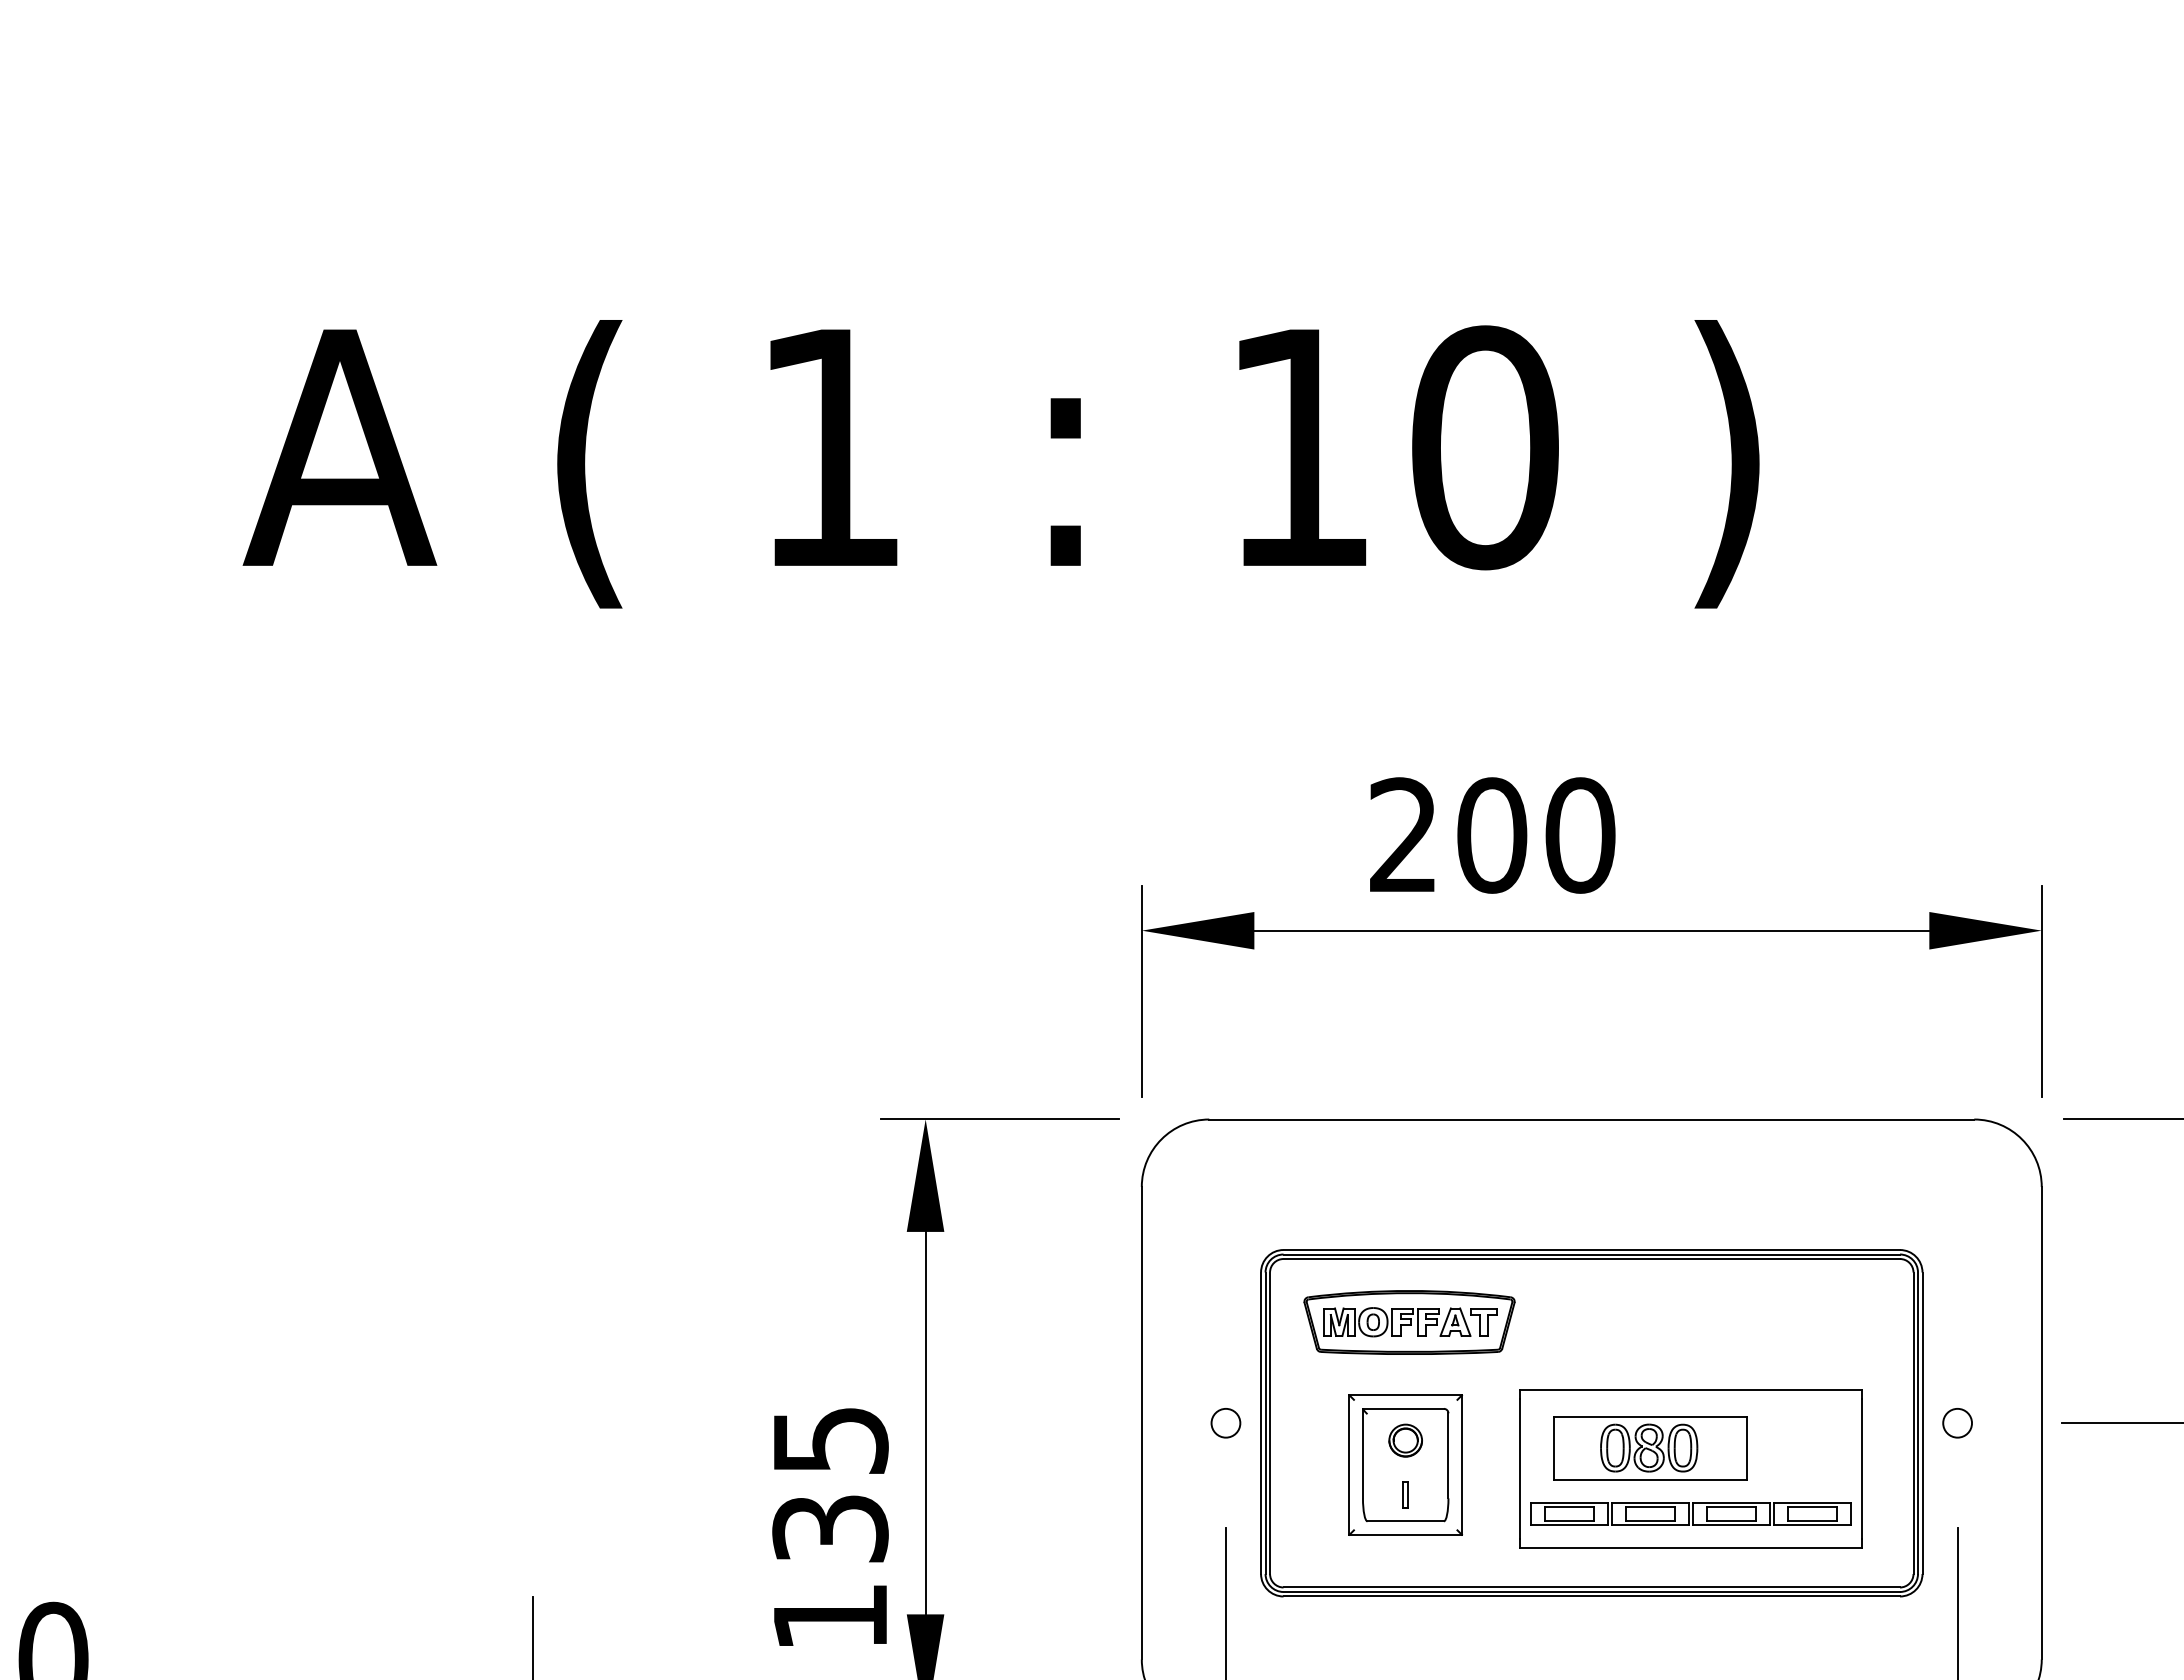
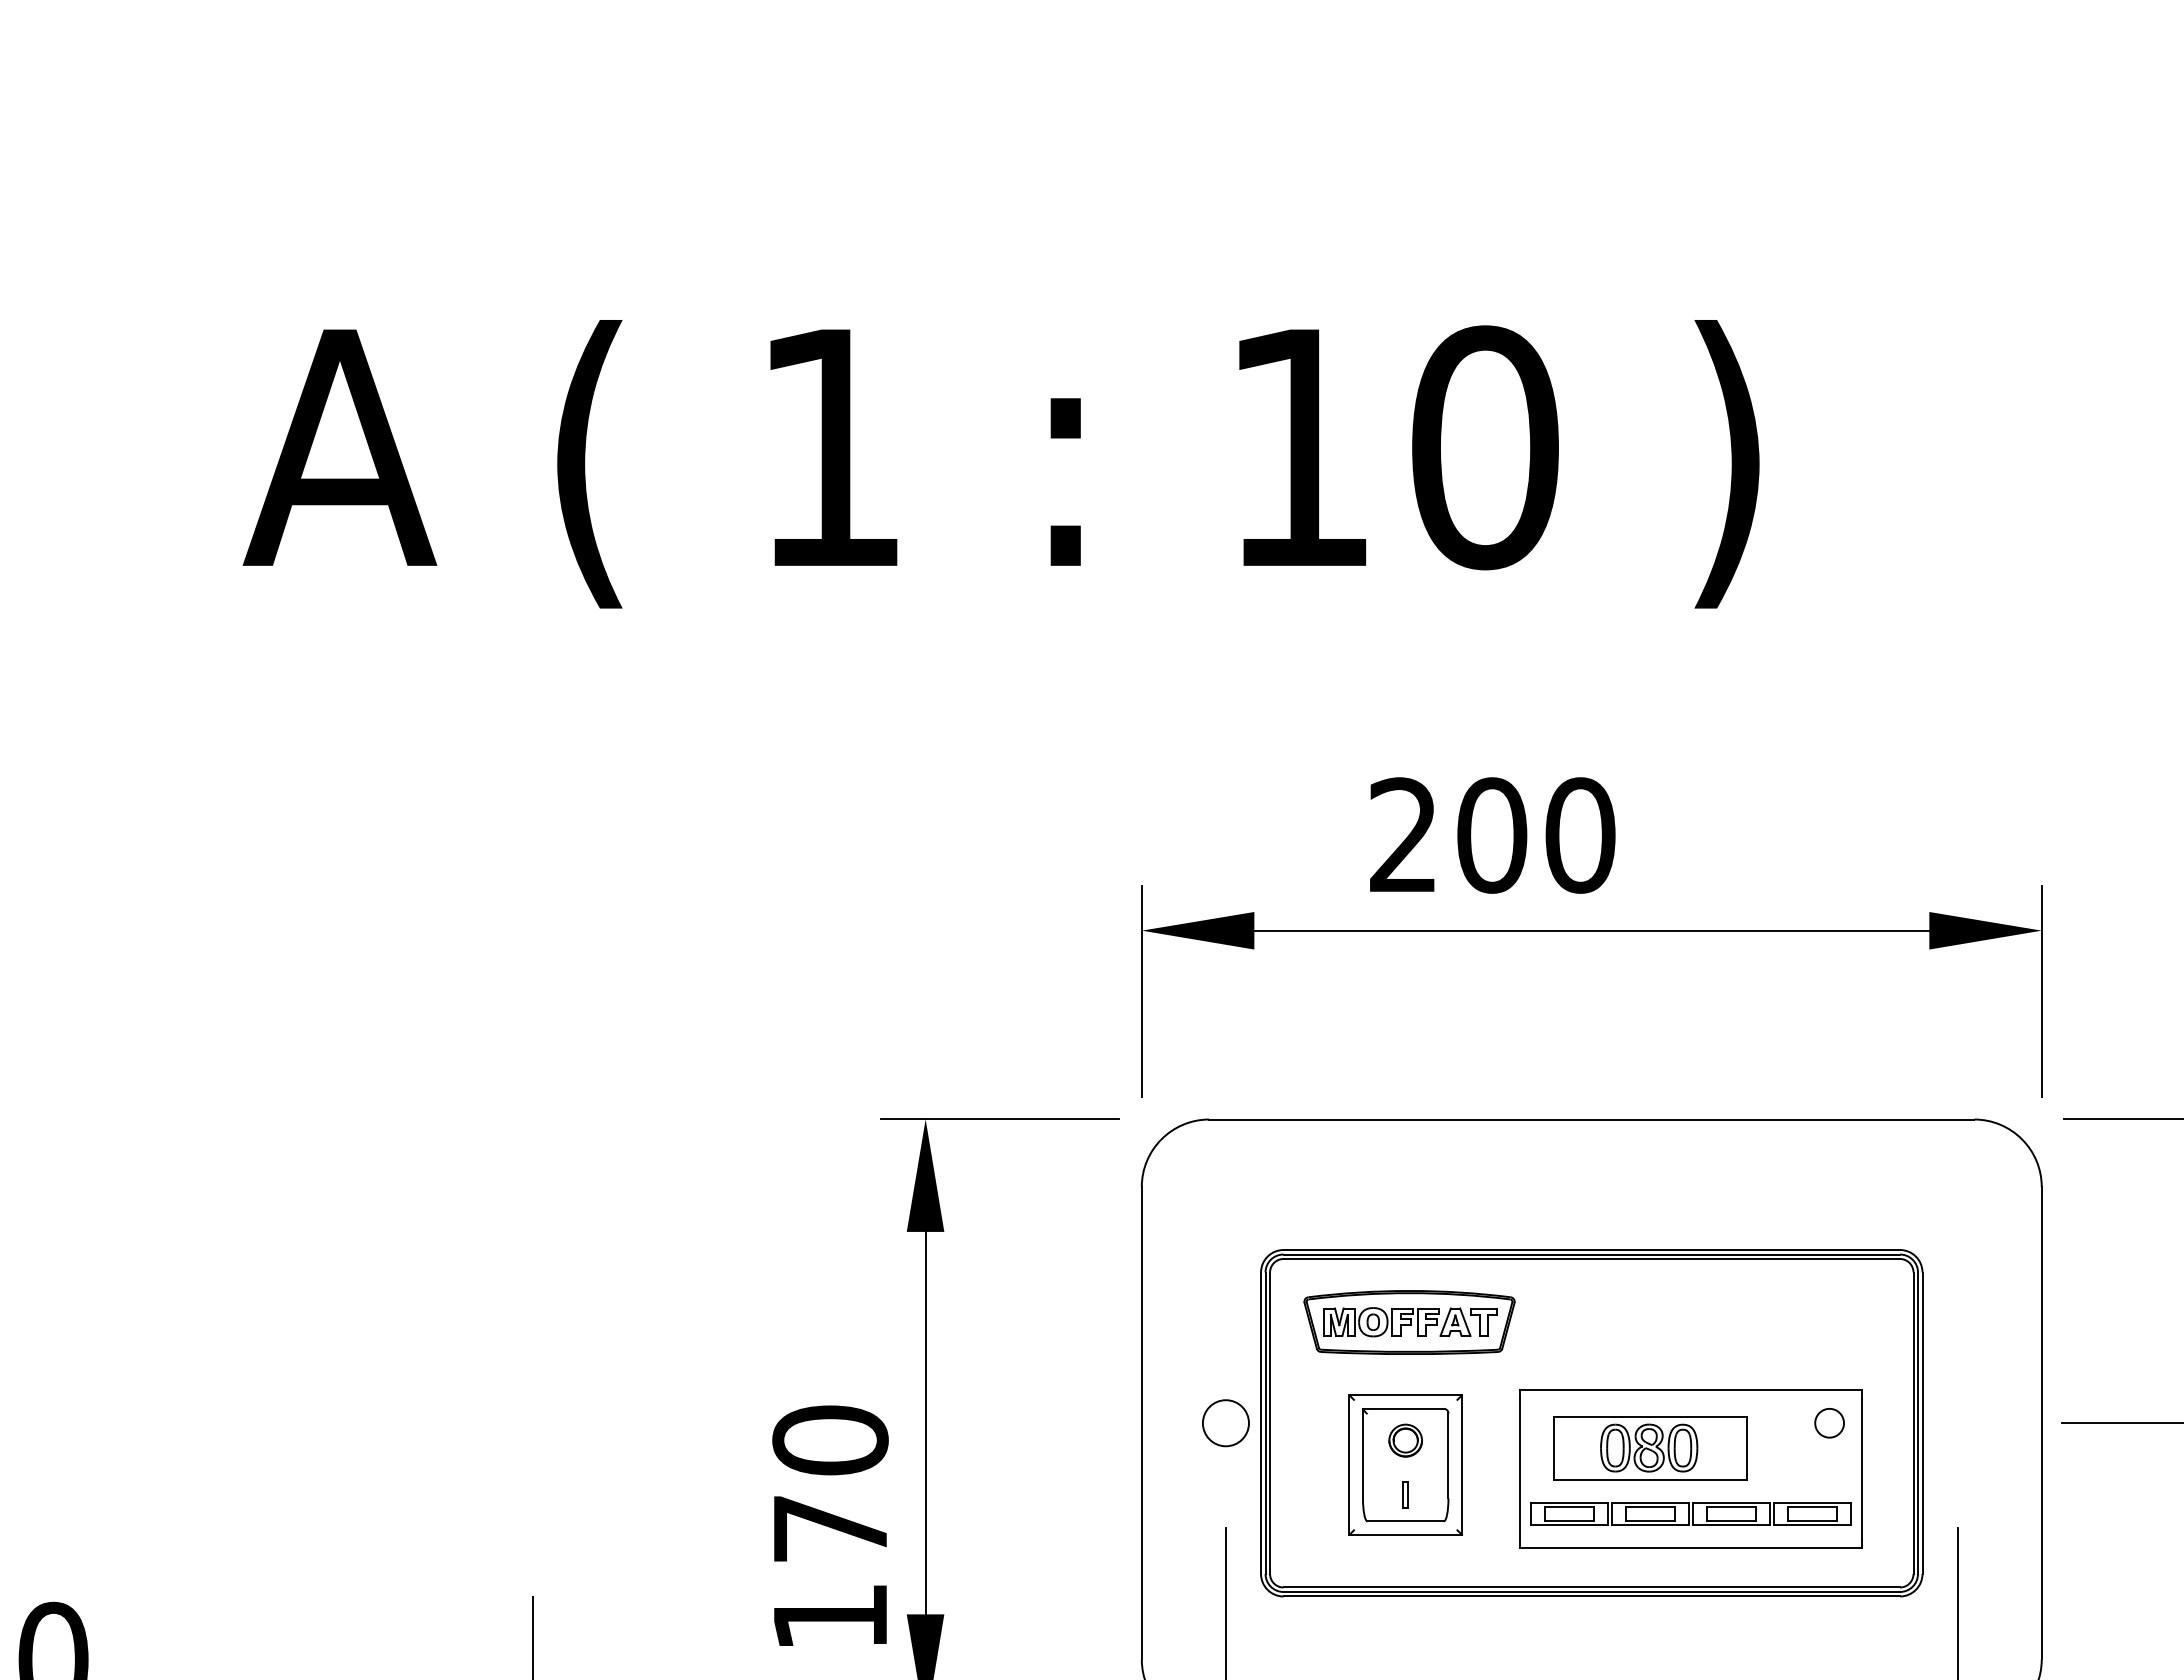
circle at (1225, 1422) diameter: 29 px -> 46 px
circle at (1957, 1423) position: (1957, 1423) -> (1829, 1423)
text at (830, 1483): 135 -> 170
